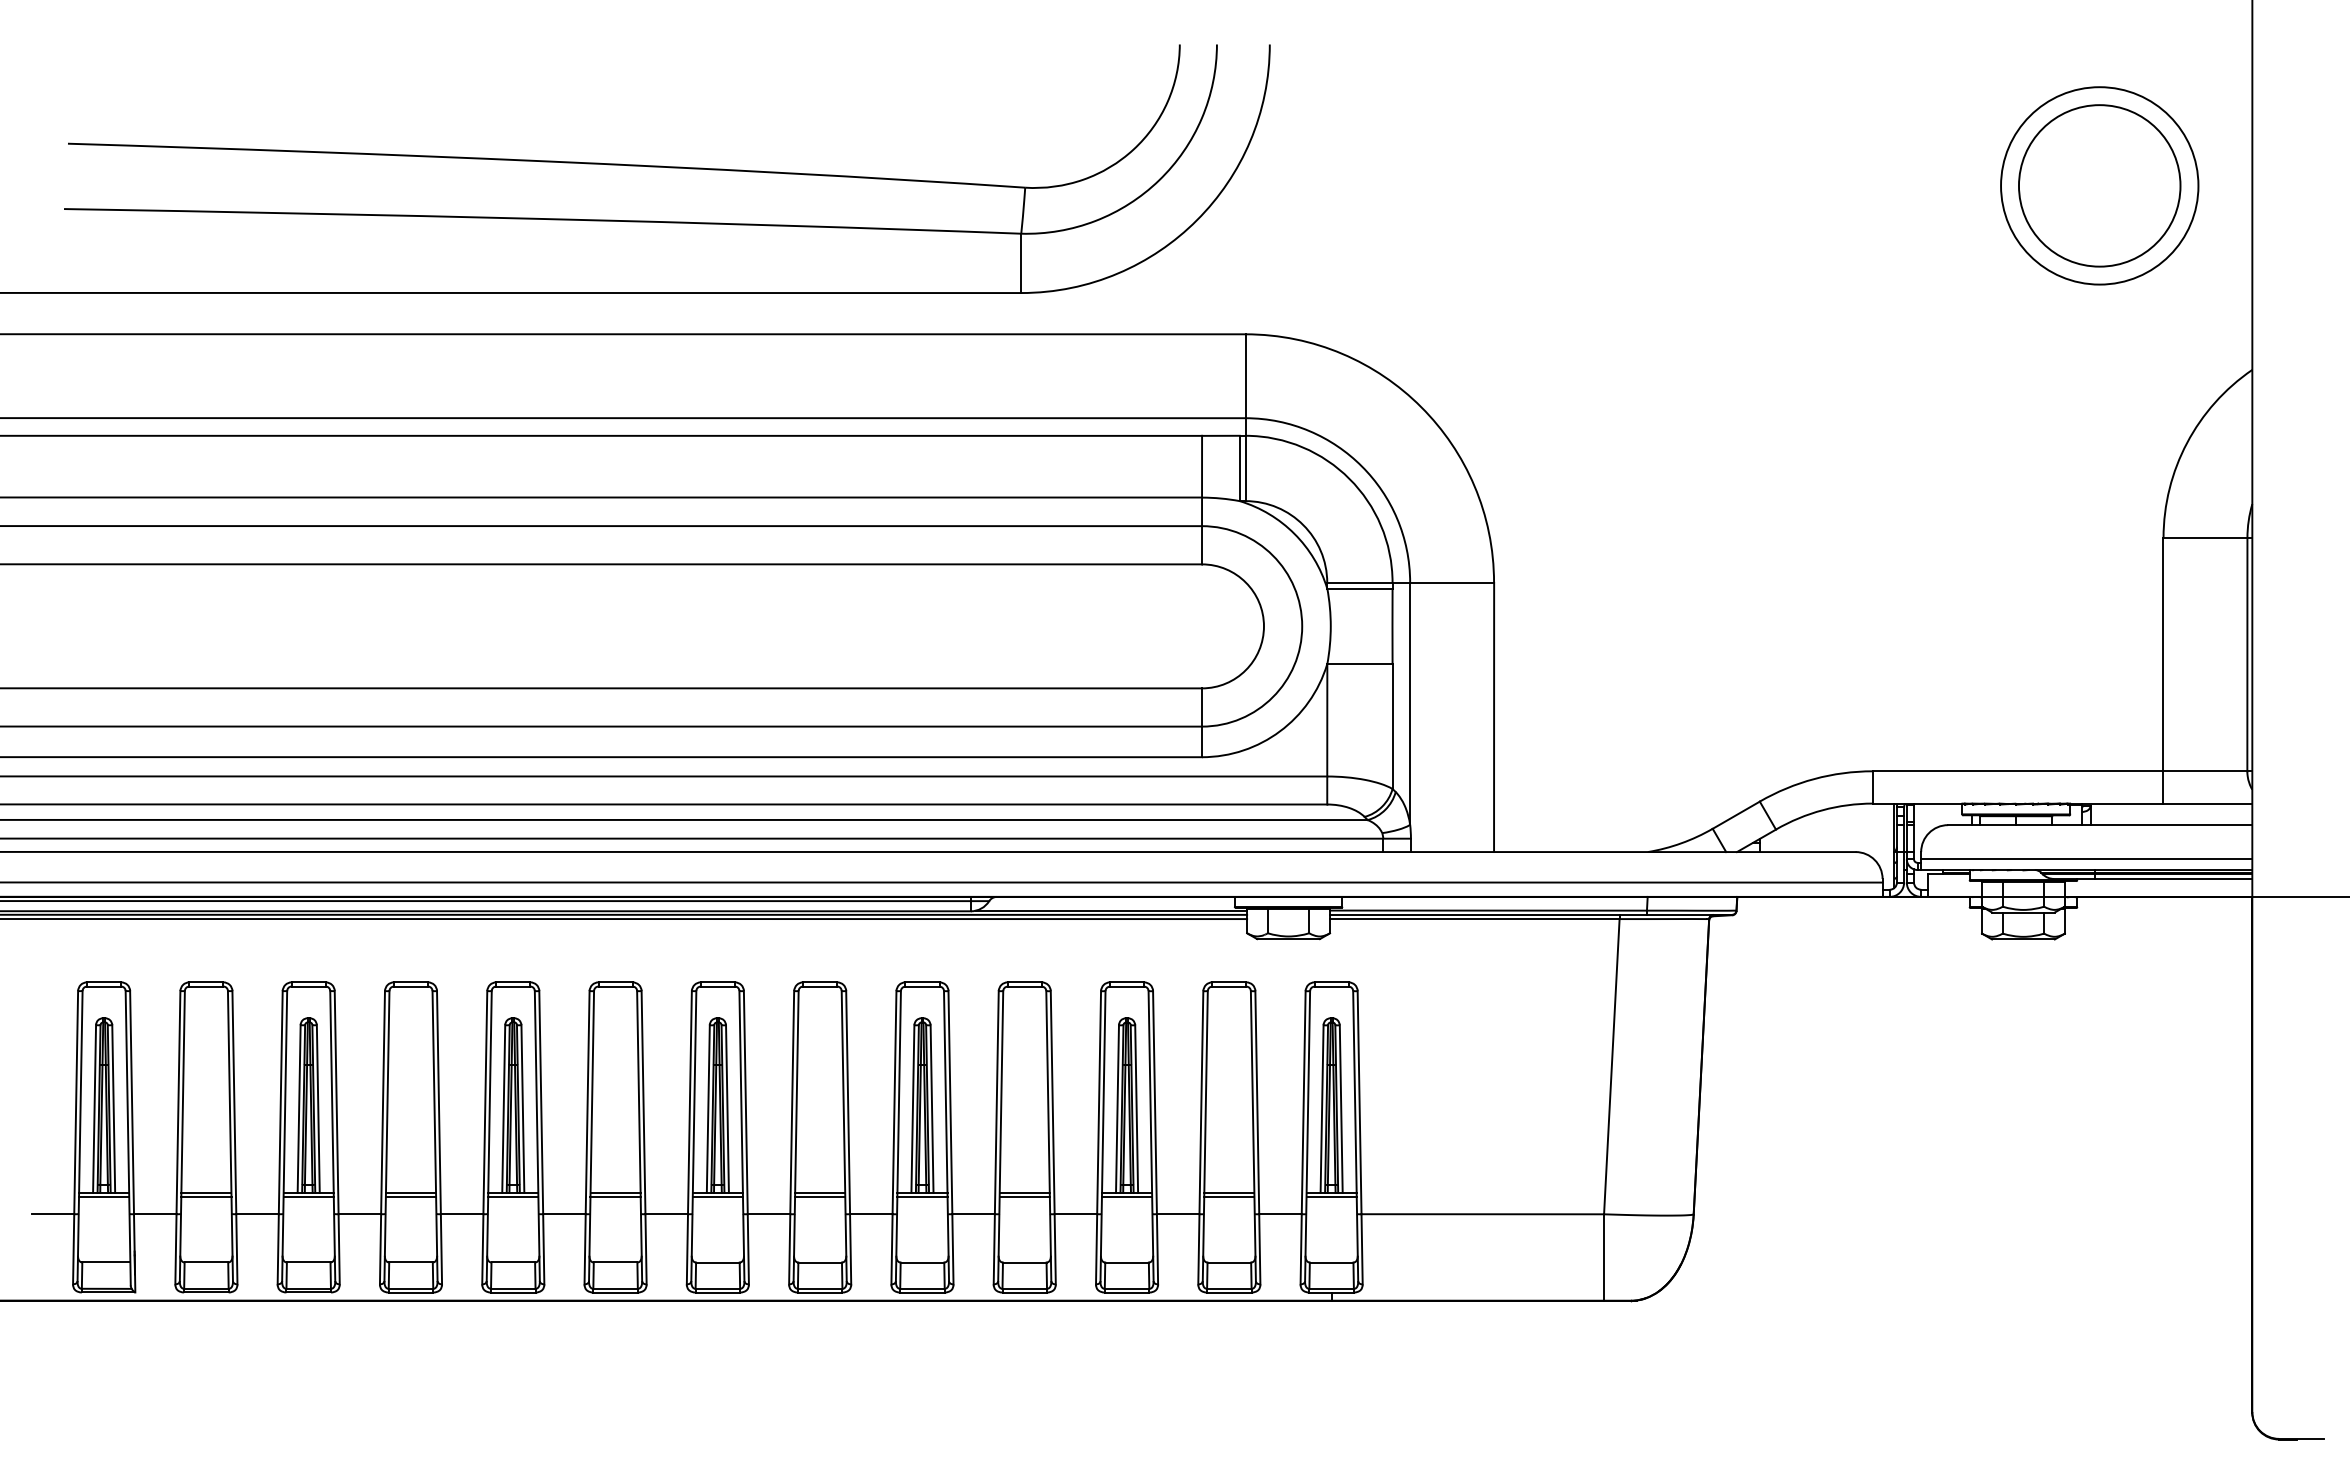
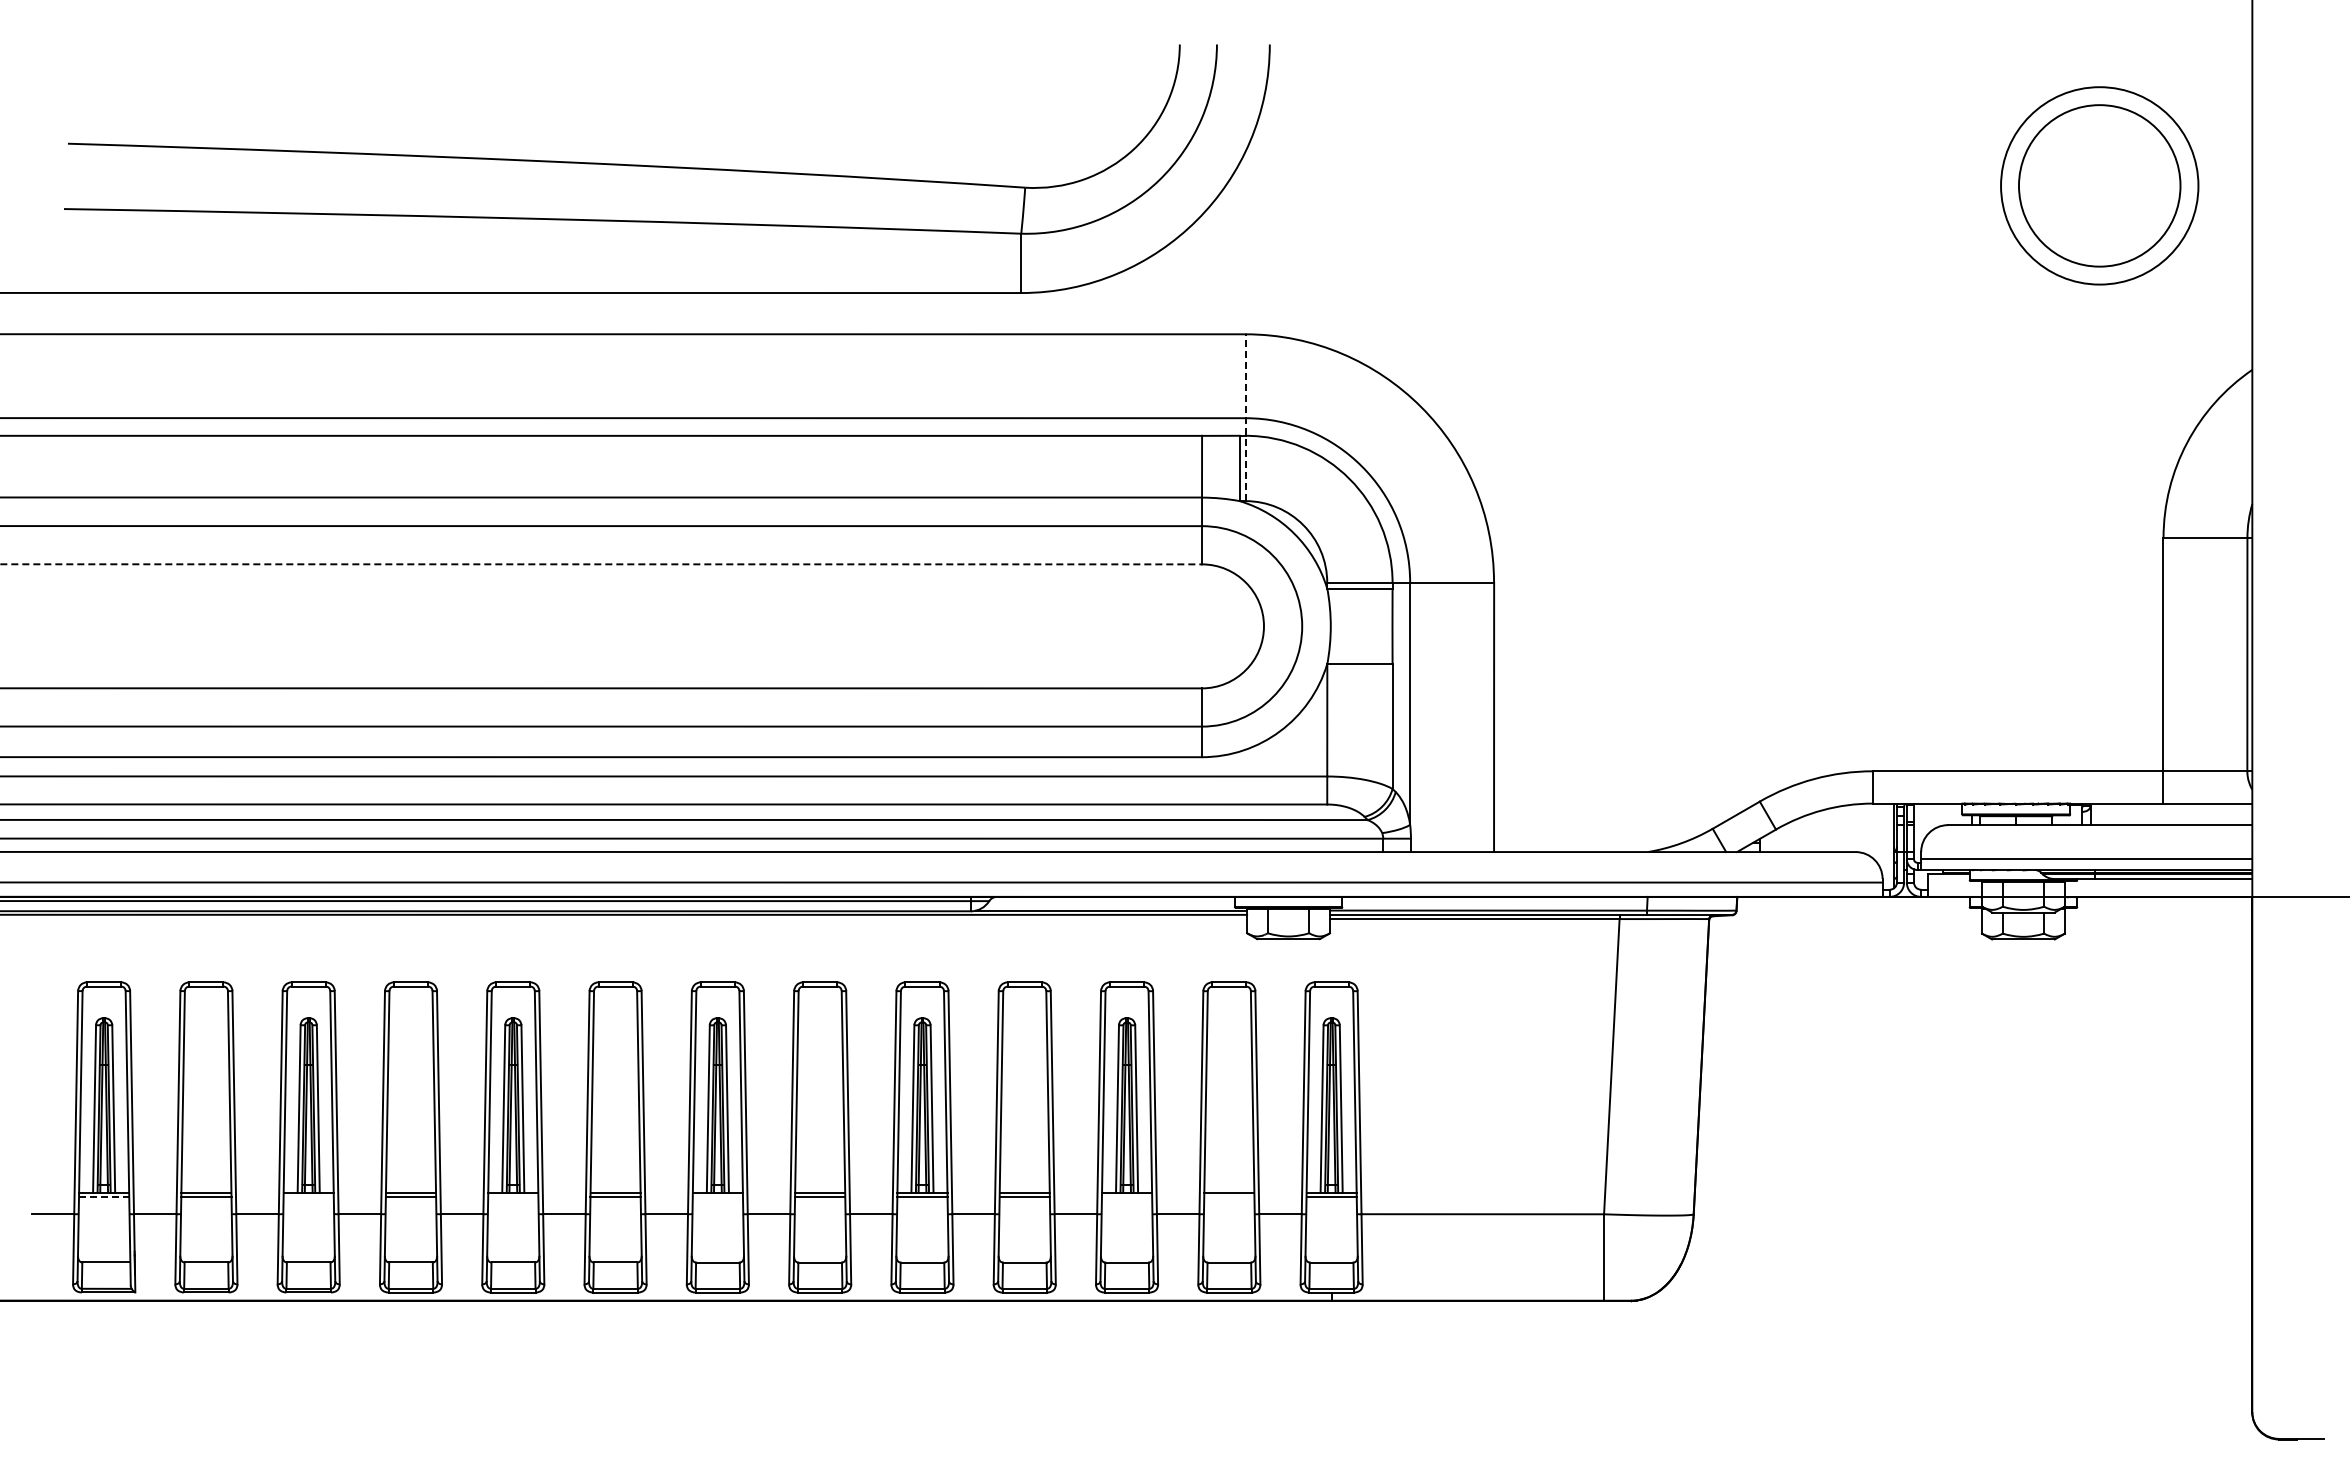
line at (1245, 417): solid -> dashed
line at (601, 564): solid -> dashed
line at (624, 919): present -> none
line at (104, 1197): solid -> dashed
line at (308, 1197): present -> none
line at (513, 1197): present -> none
line at (717, 1197): present -> none
line at (1126, 1197): present -> none
line at (1229, 1197): present -> none
